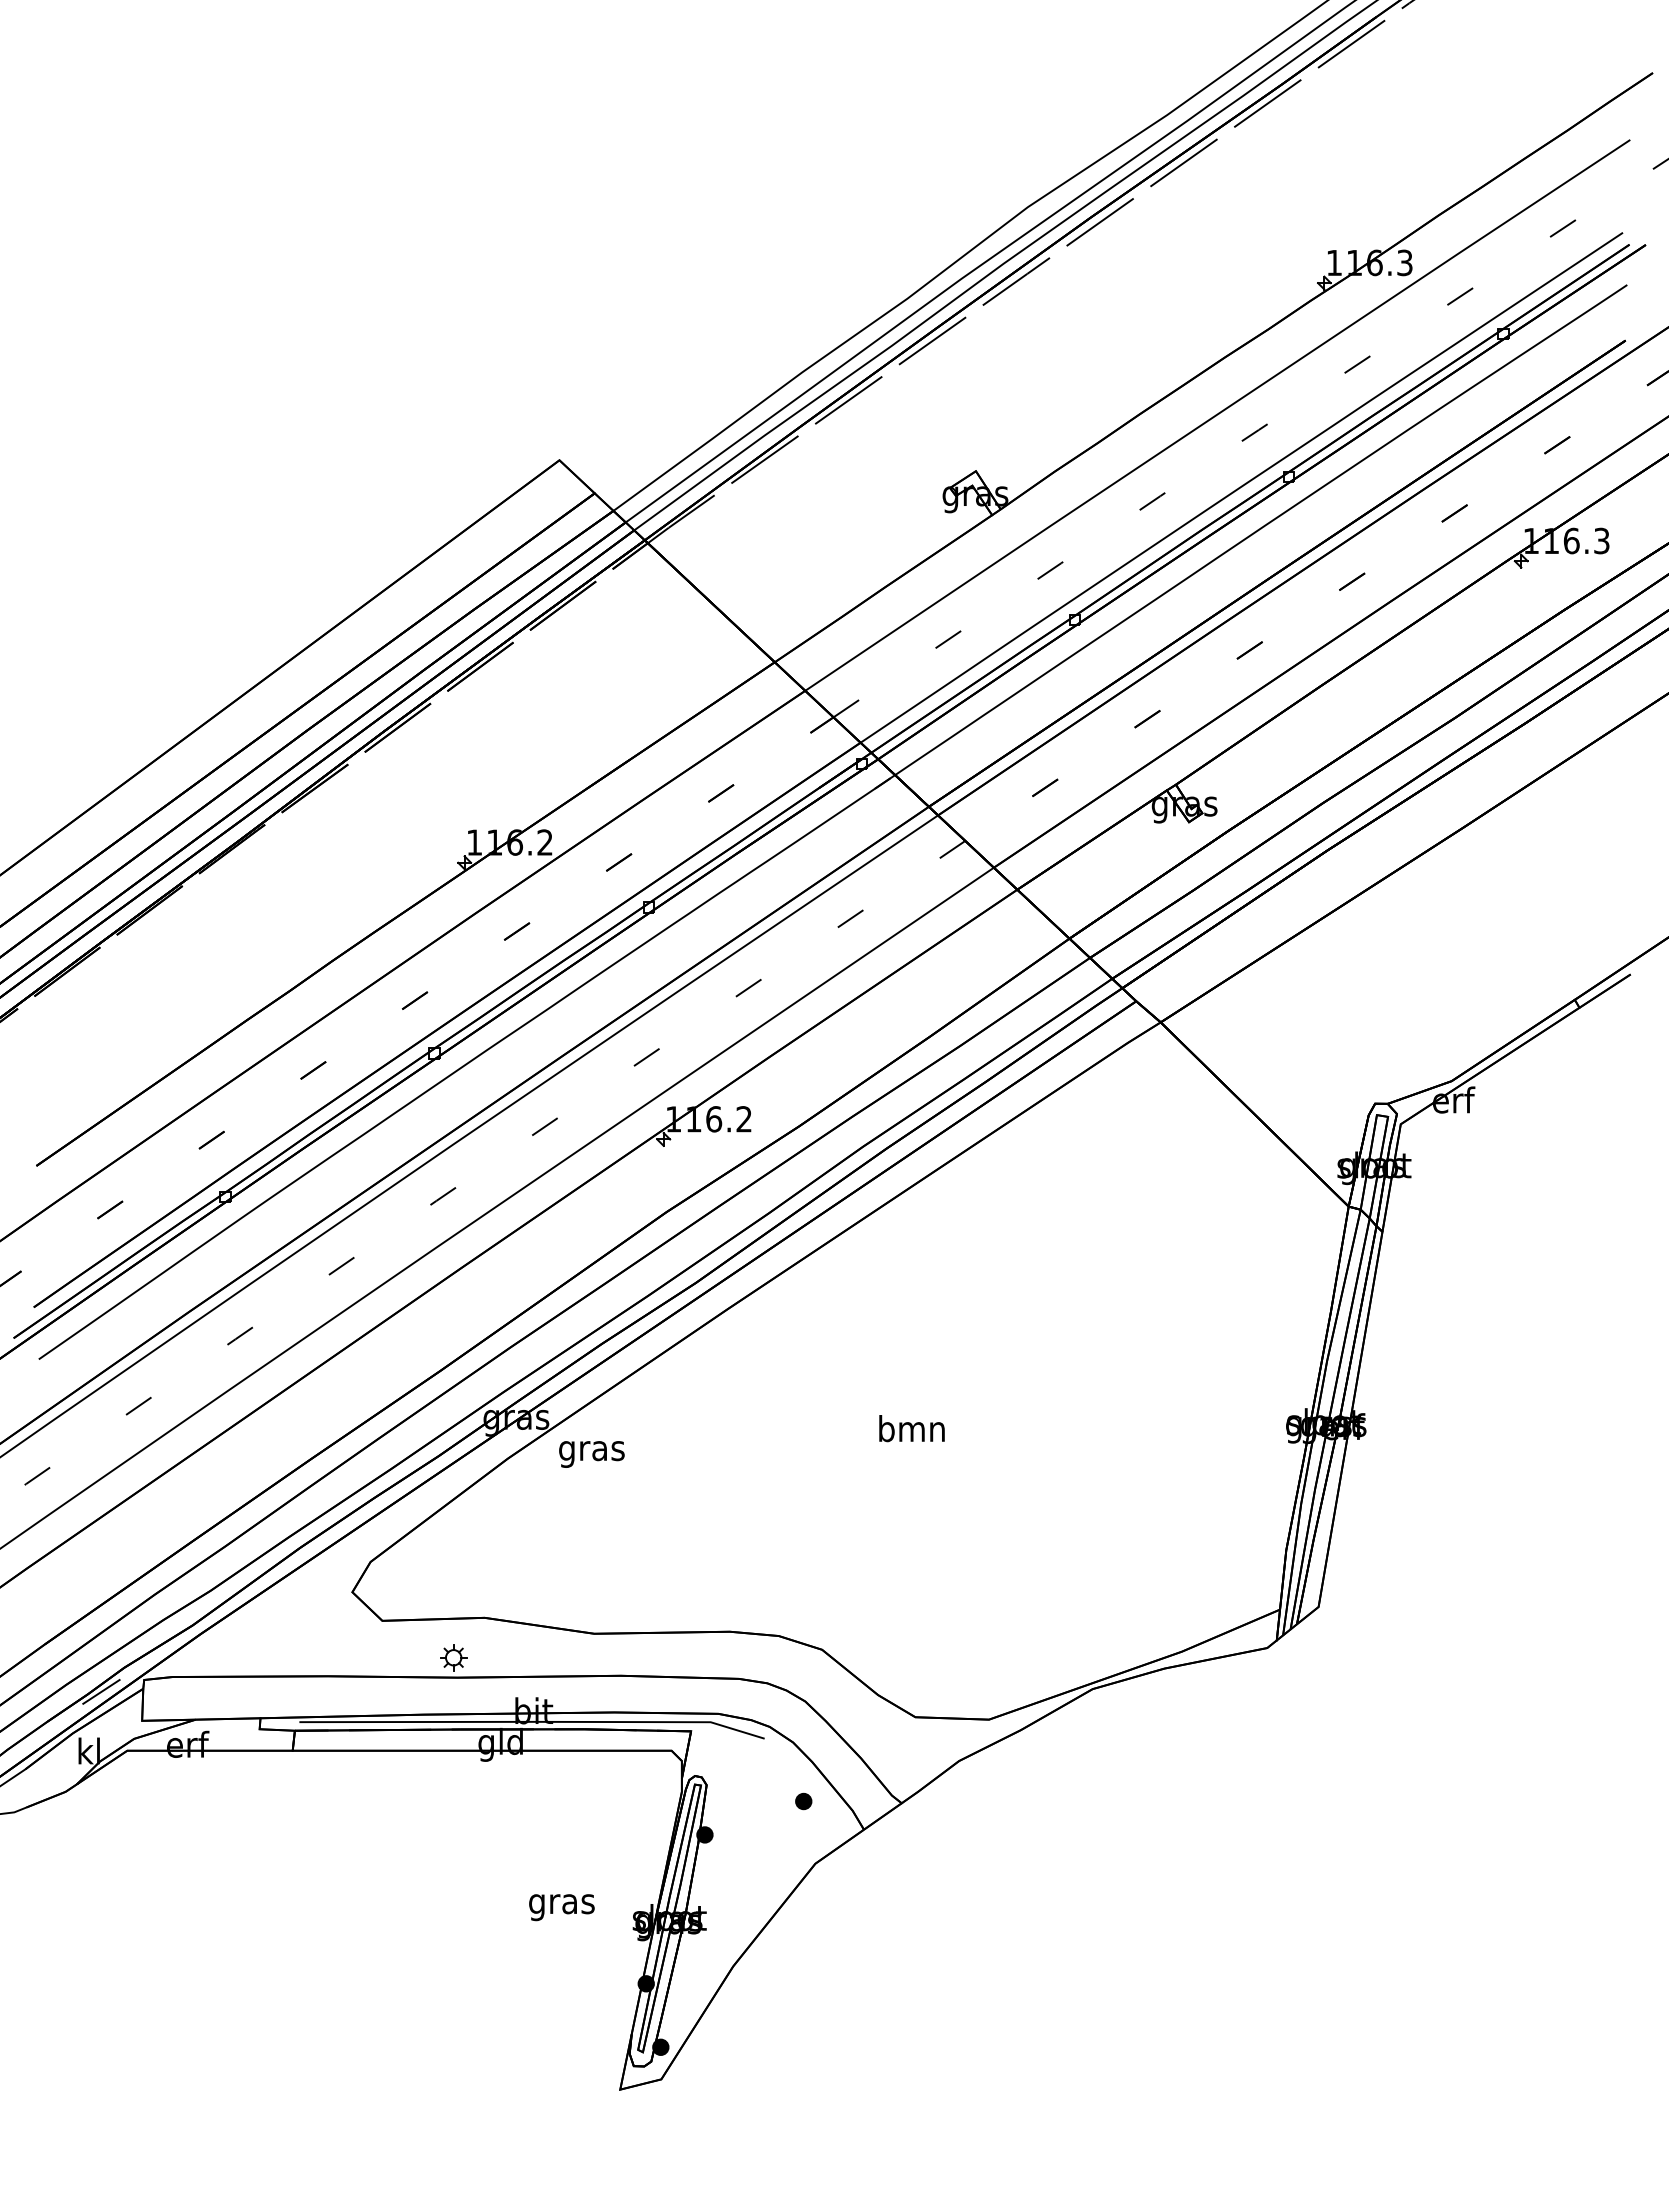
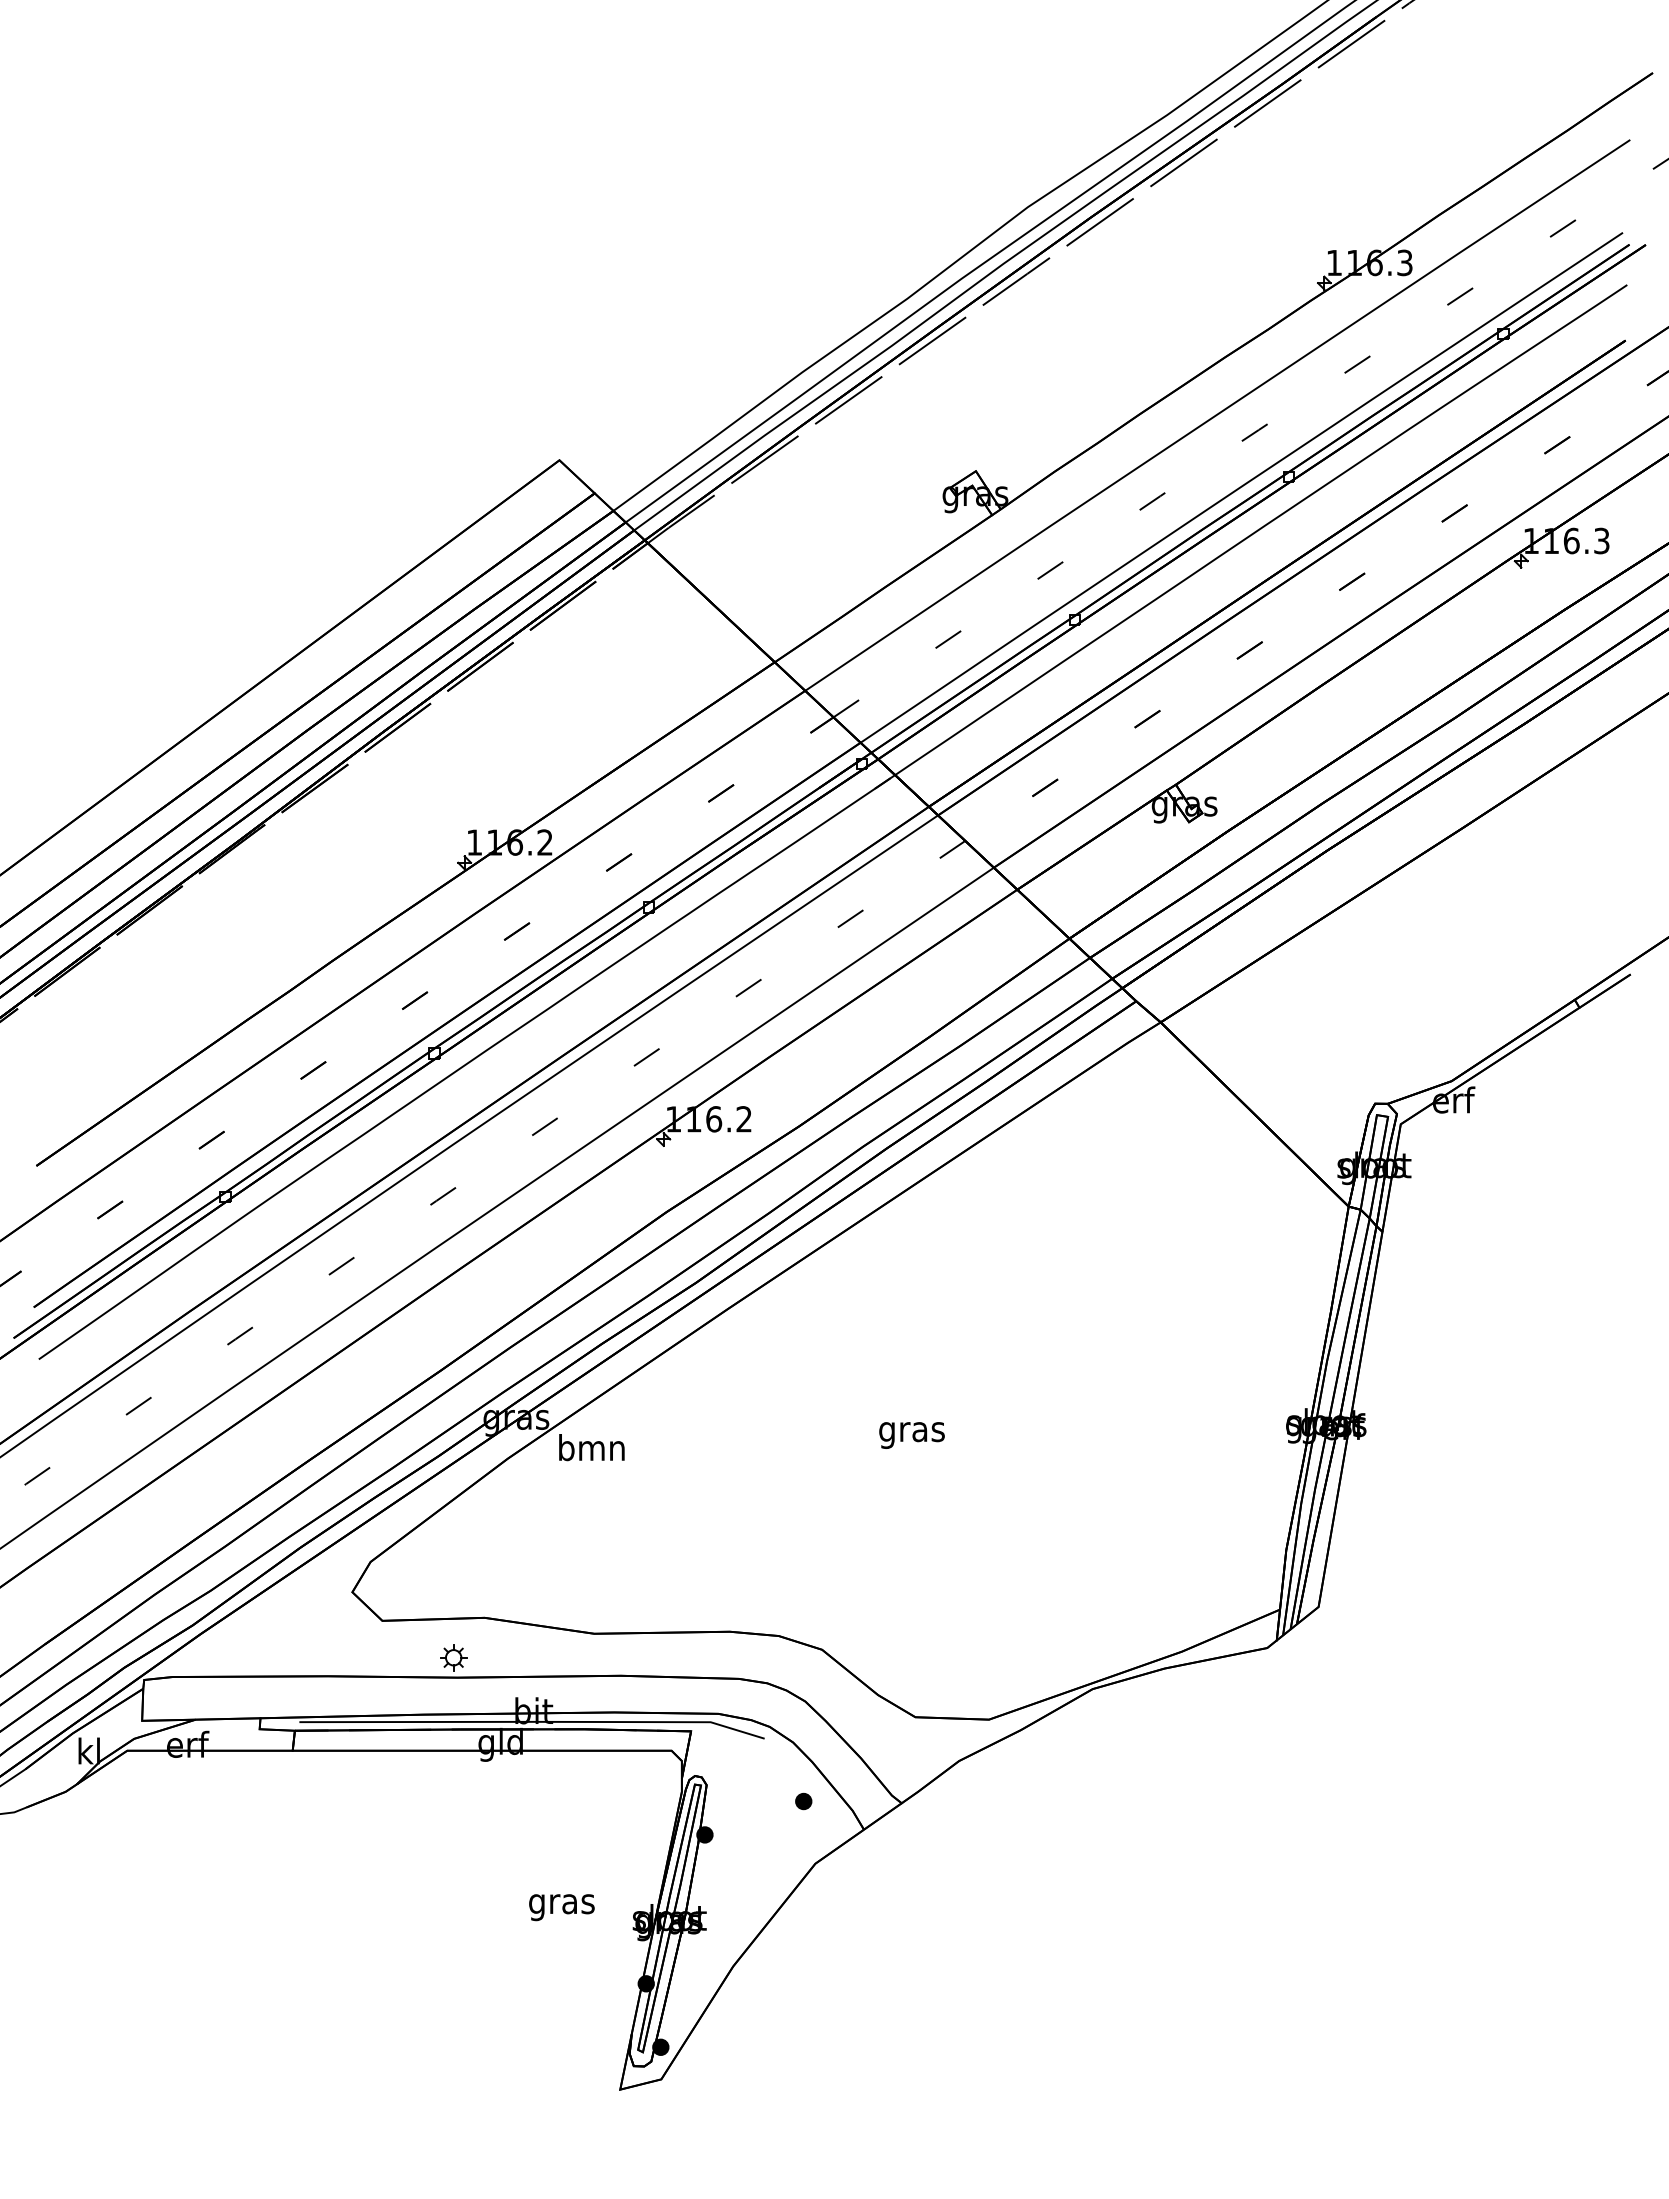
text at (911, 1431): bmn -> gras
text at (591, 1450): gras -> bmn
line at (101, 1691): present -> none
